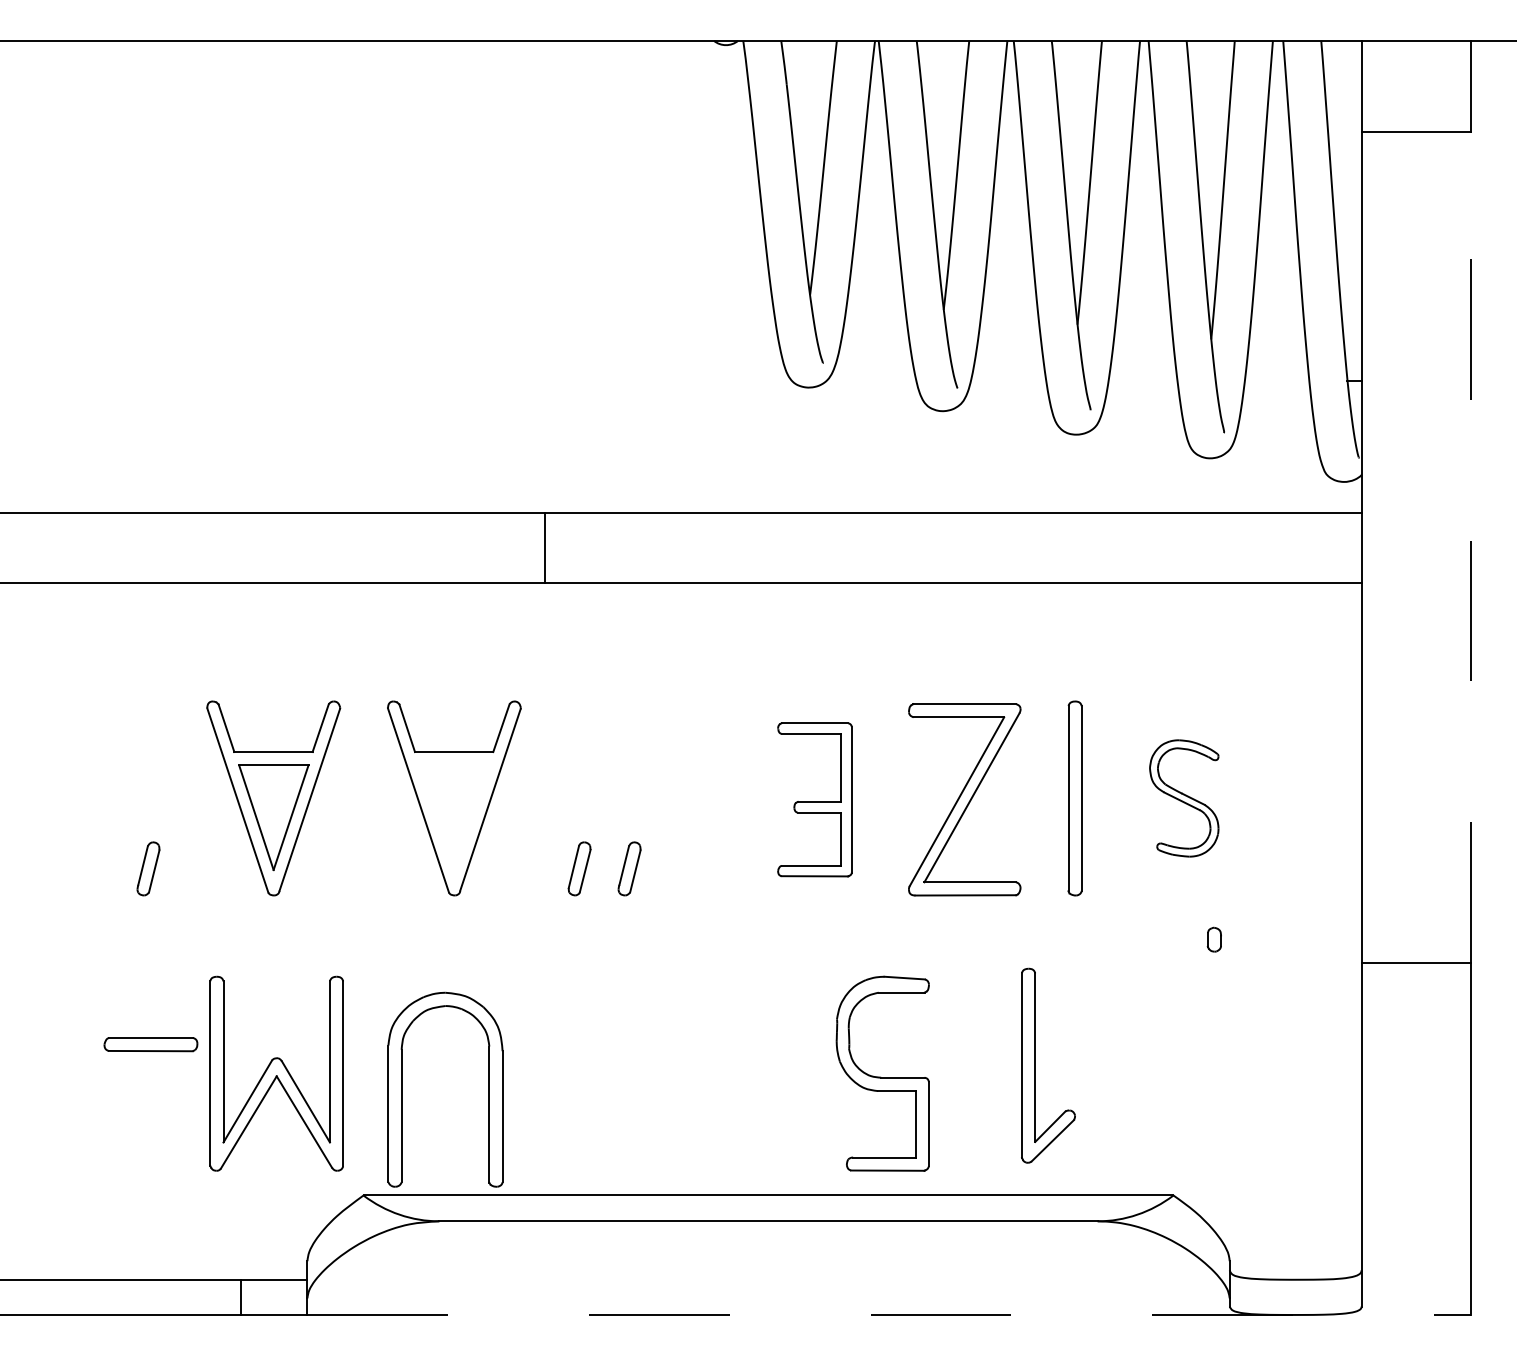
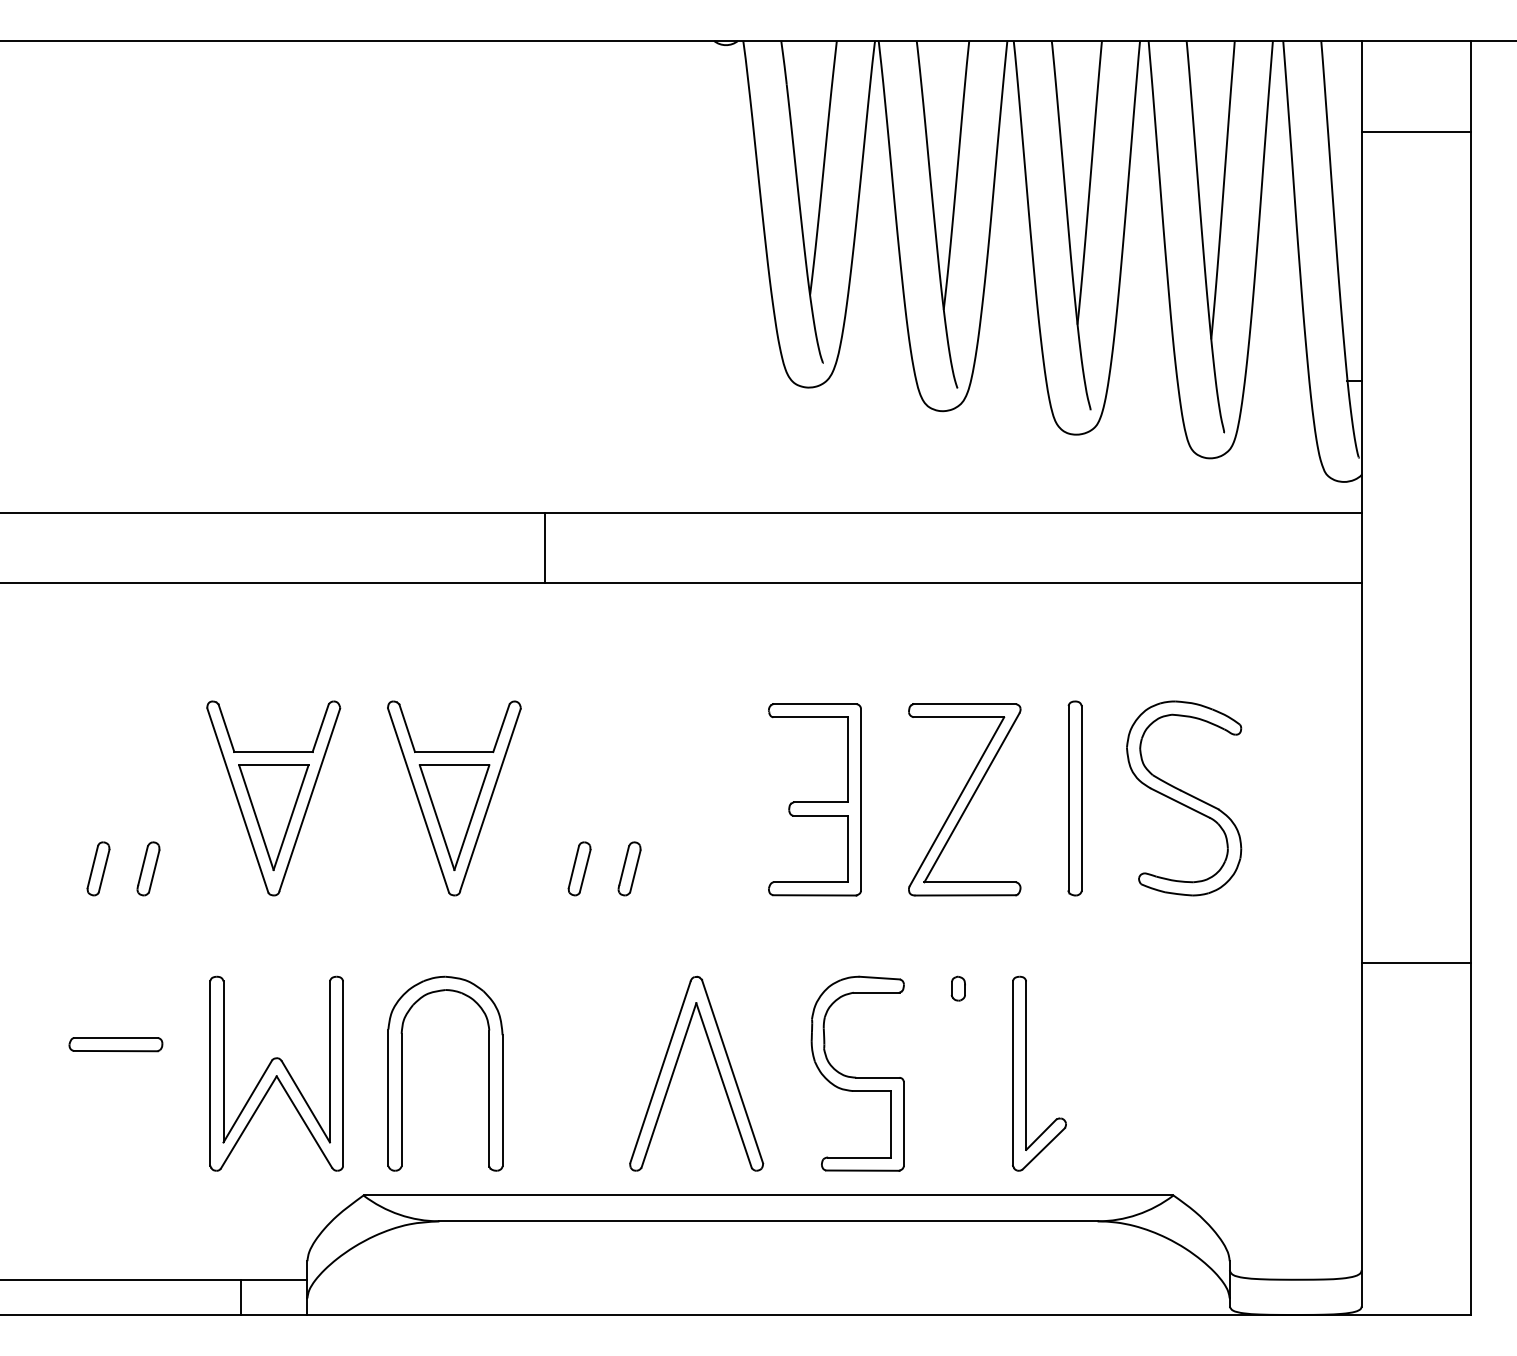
line at (1471, 547): dashed -> solid
part at (1184, 798) size: 71x119 px -> 117x197 px
part at (814, 799) size: 76x156 px -> 94x194 px
part at (454, 817): none -> present
part at (98, 868): none -> present
part at (1213, 939) position: (1213, 939) -> (957, 988)
part at (150, 1044) position: (150, 1044) -> (115, 1044)
part at (1035, 1065) position: (1035, 1065) -> (1026, 1073)
part at (676, 1066): none -> present
part at (882, 1073) position: (882, 1073) -> (857, 1073)
part at (402, 1089) position: (402, 1089) -> (402, 1073)
line at (889, 1315): dashed -> solid
